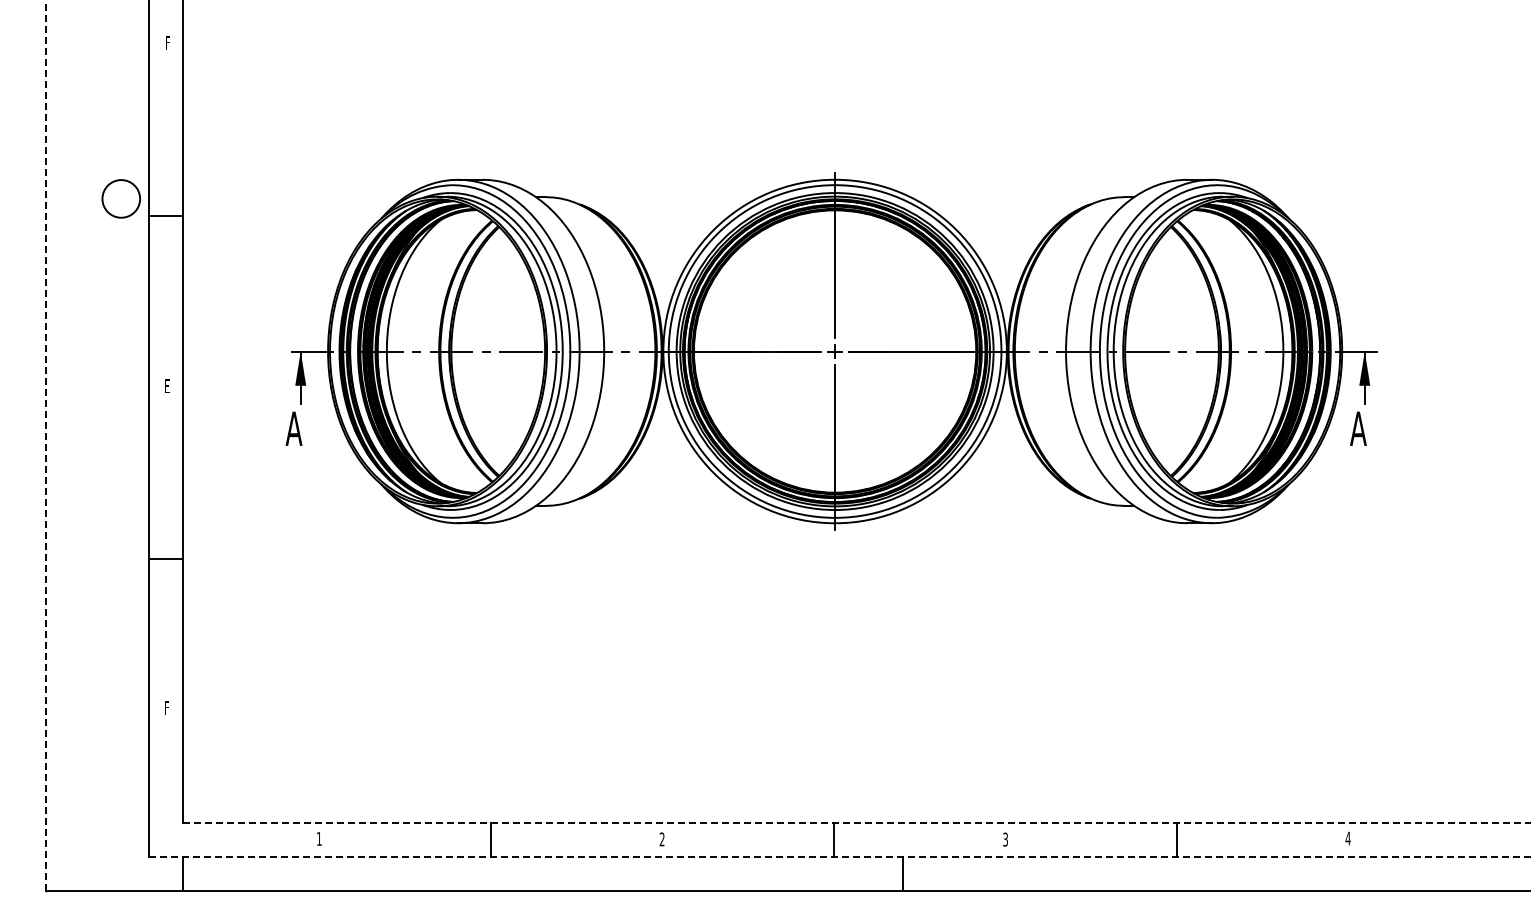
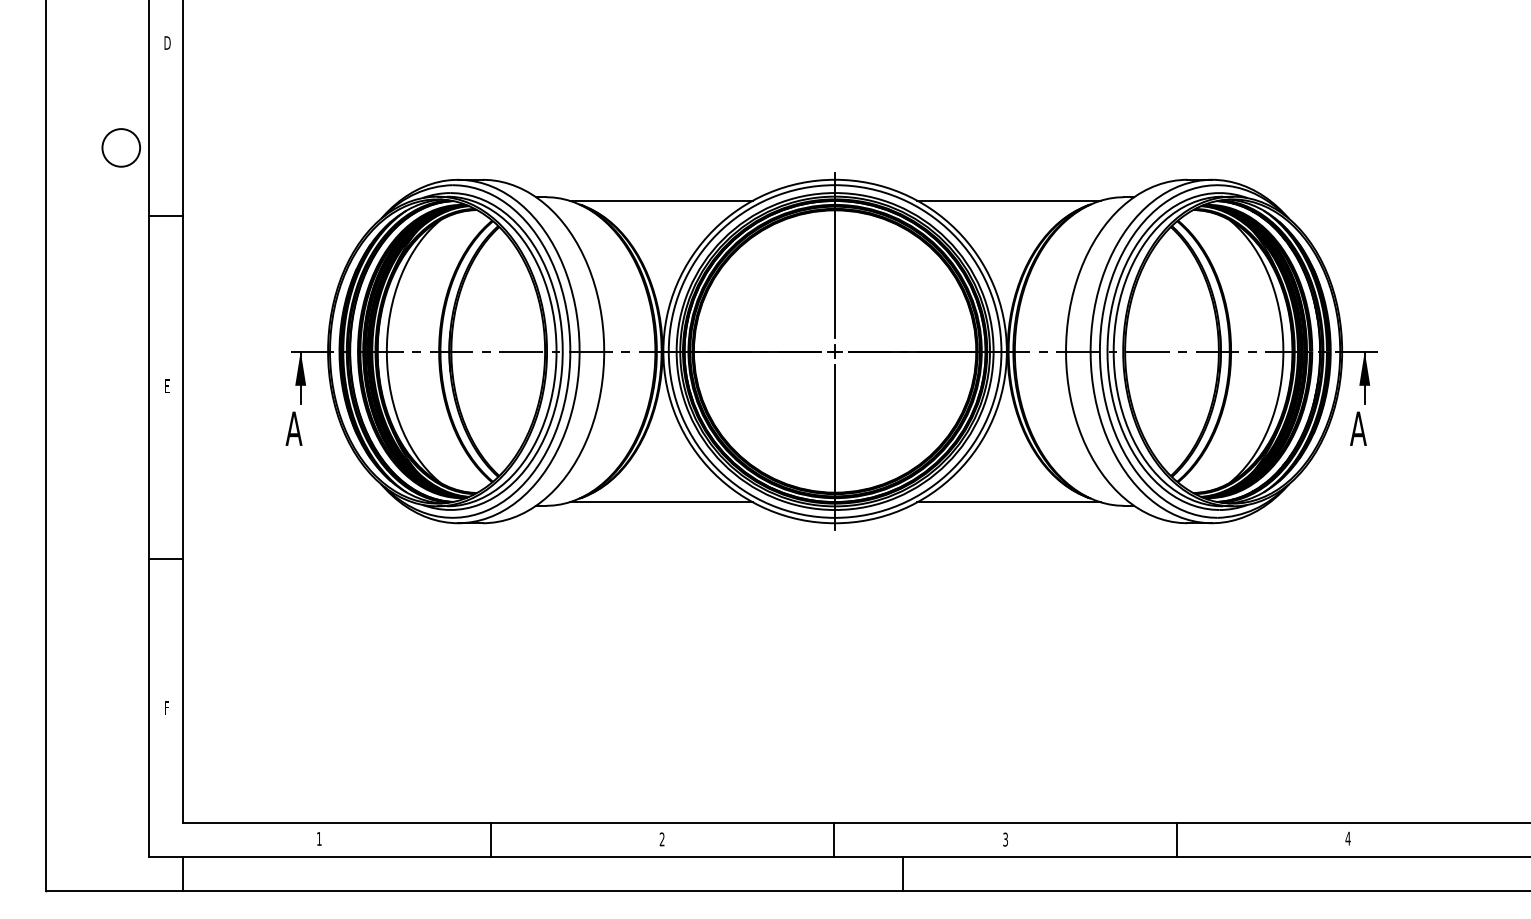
text at (167, 42): F -> D
circle at (120, 198) position: (120, 198) -> (120, 147)
line at (660, 200): none -> present
line at (1008, 200): none -> present
line at (45, 445): dashed -> solid
line at (660, 502): none -> present
line at (1008, 502): none -> present
line at (856, 822): dashed -> solid
line at (839, 857): dashed -> solid
